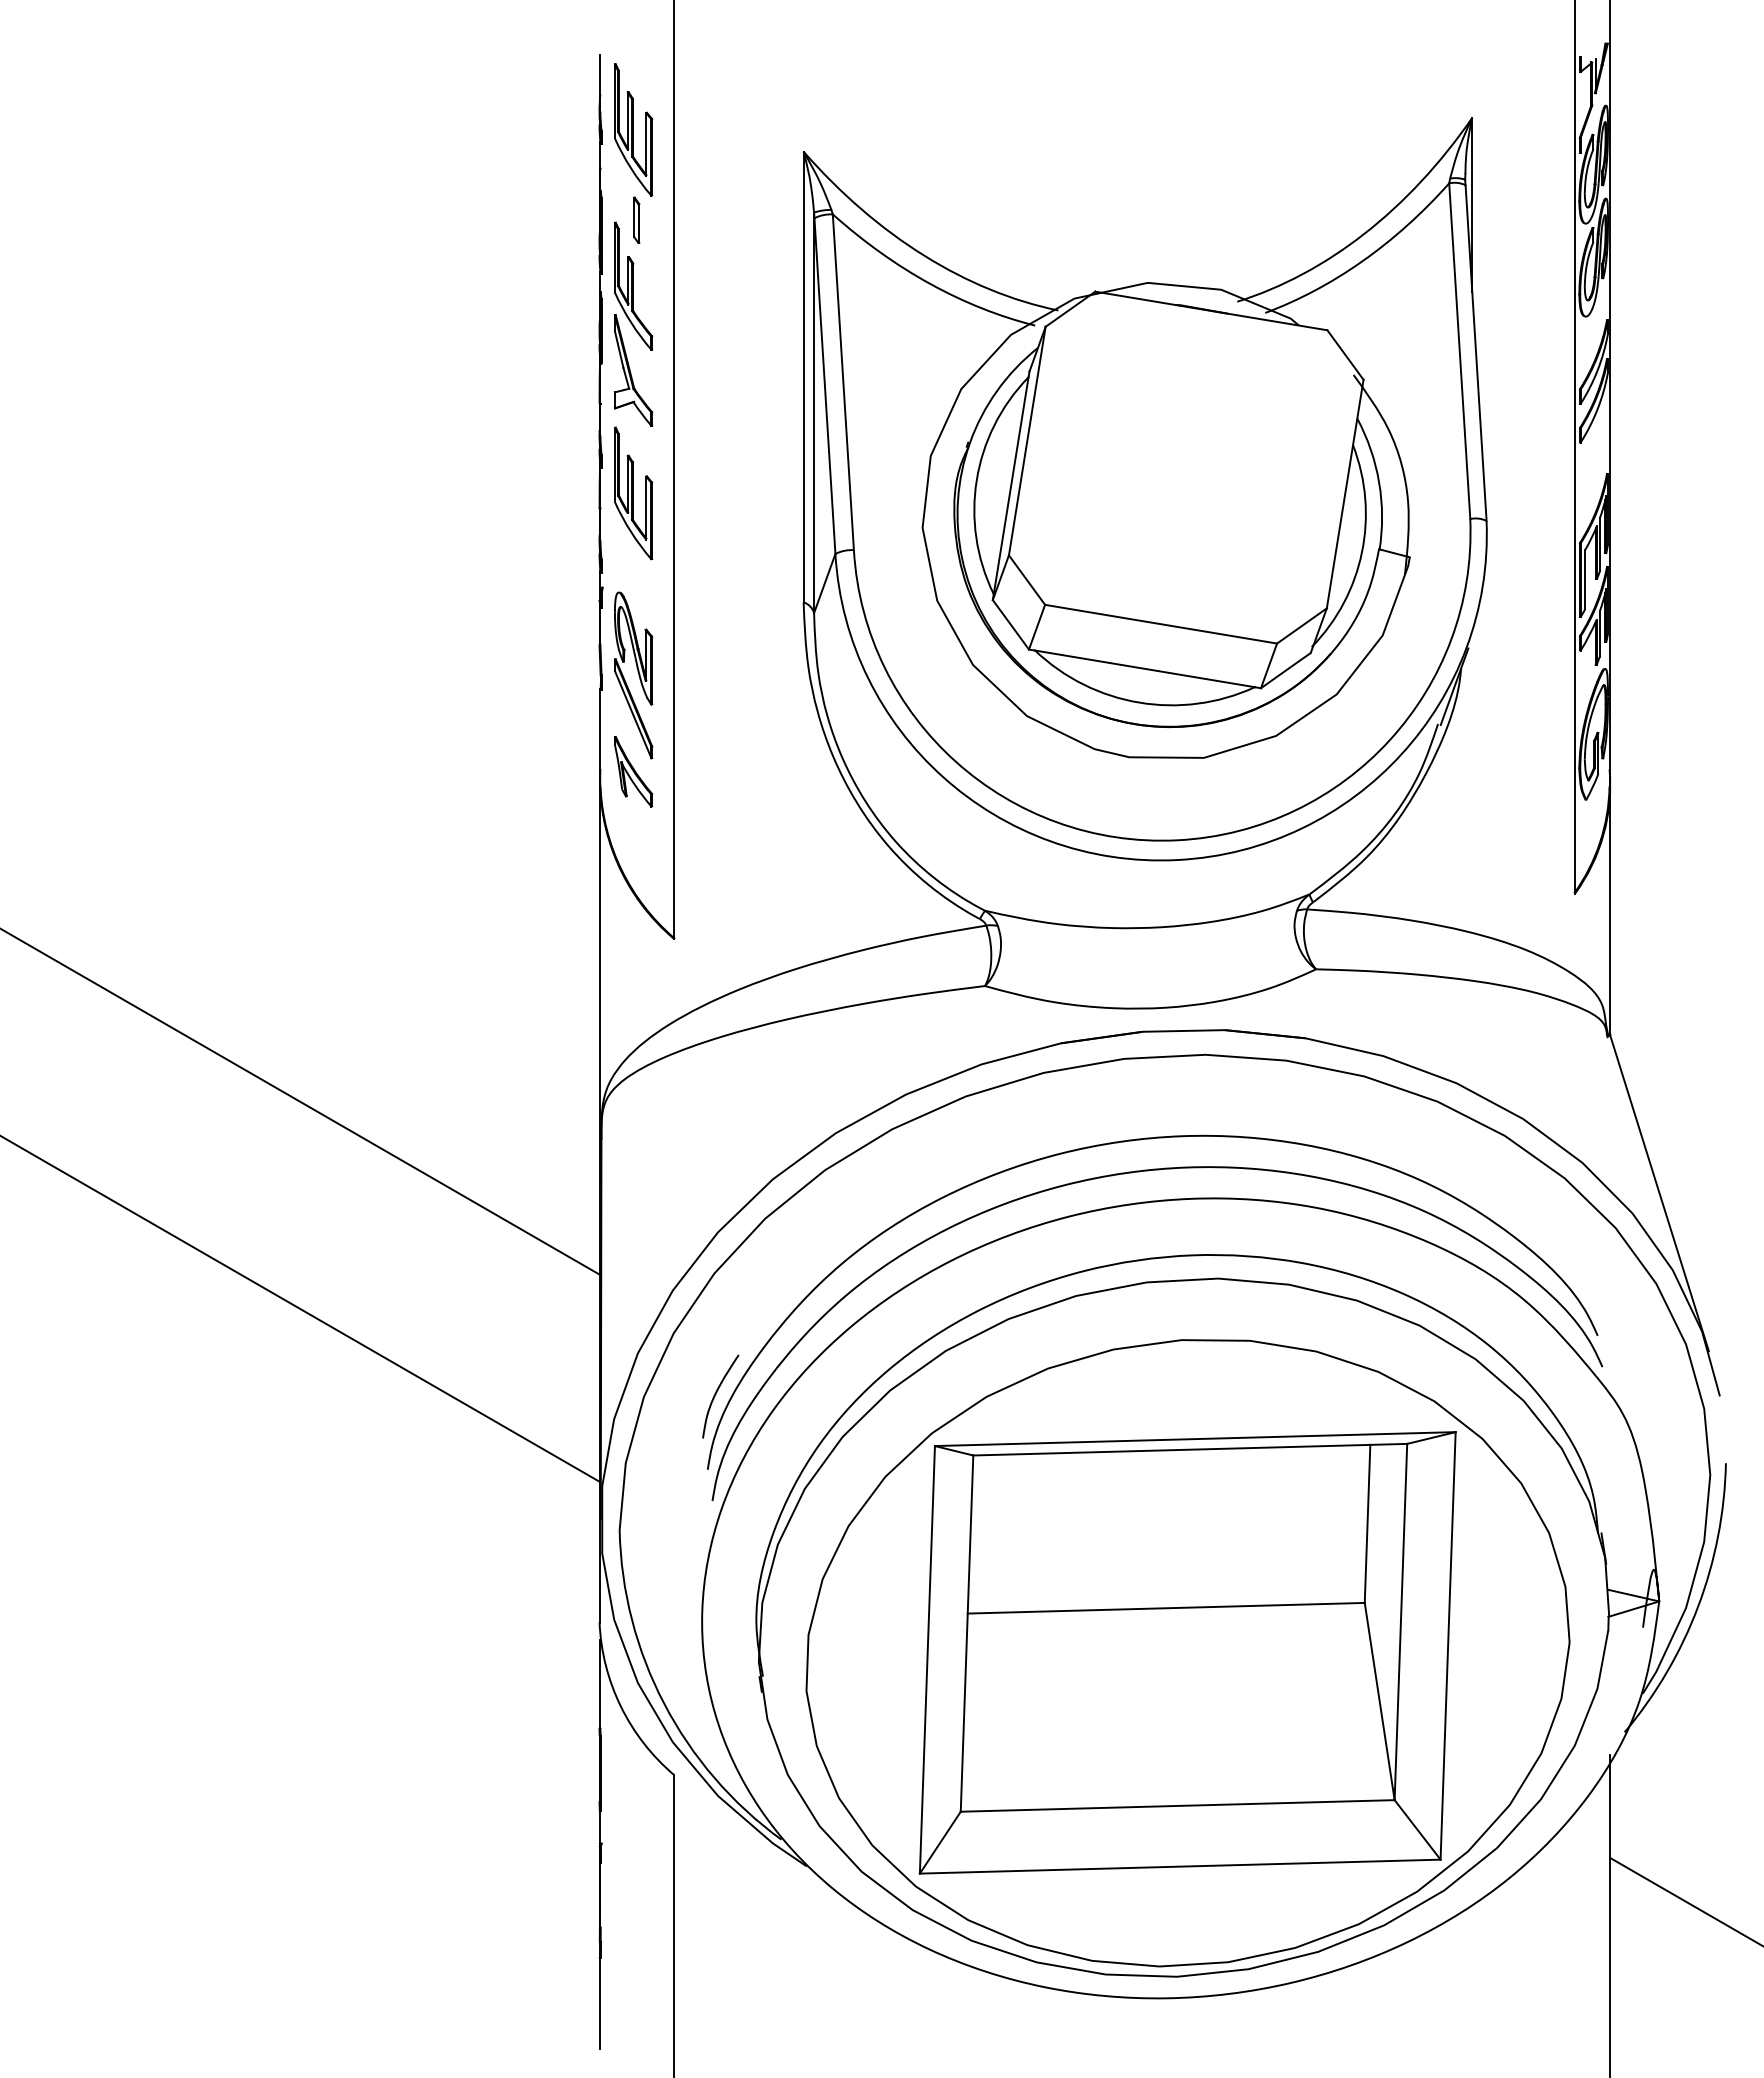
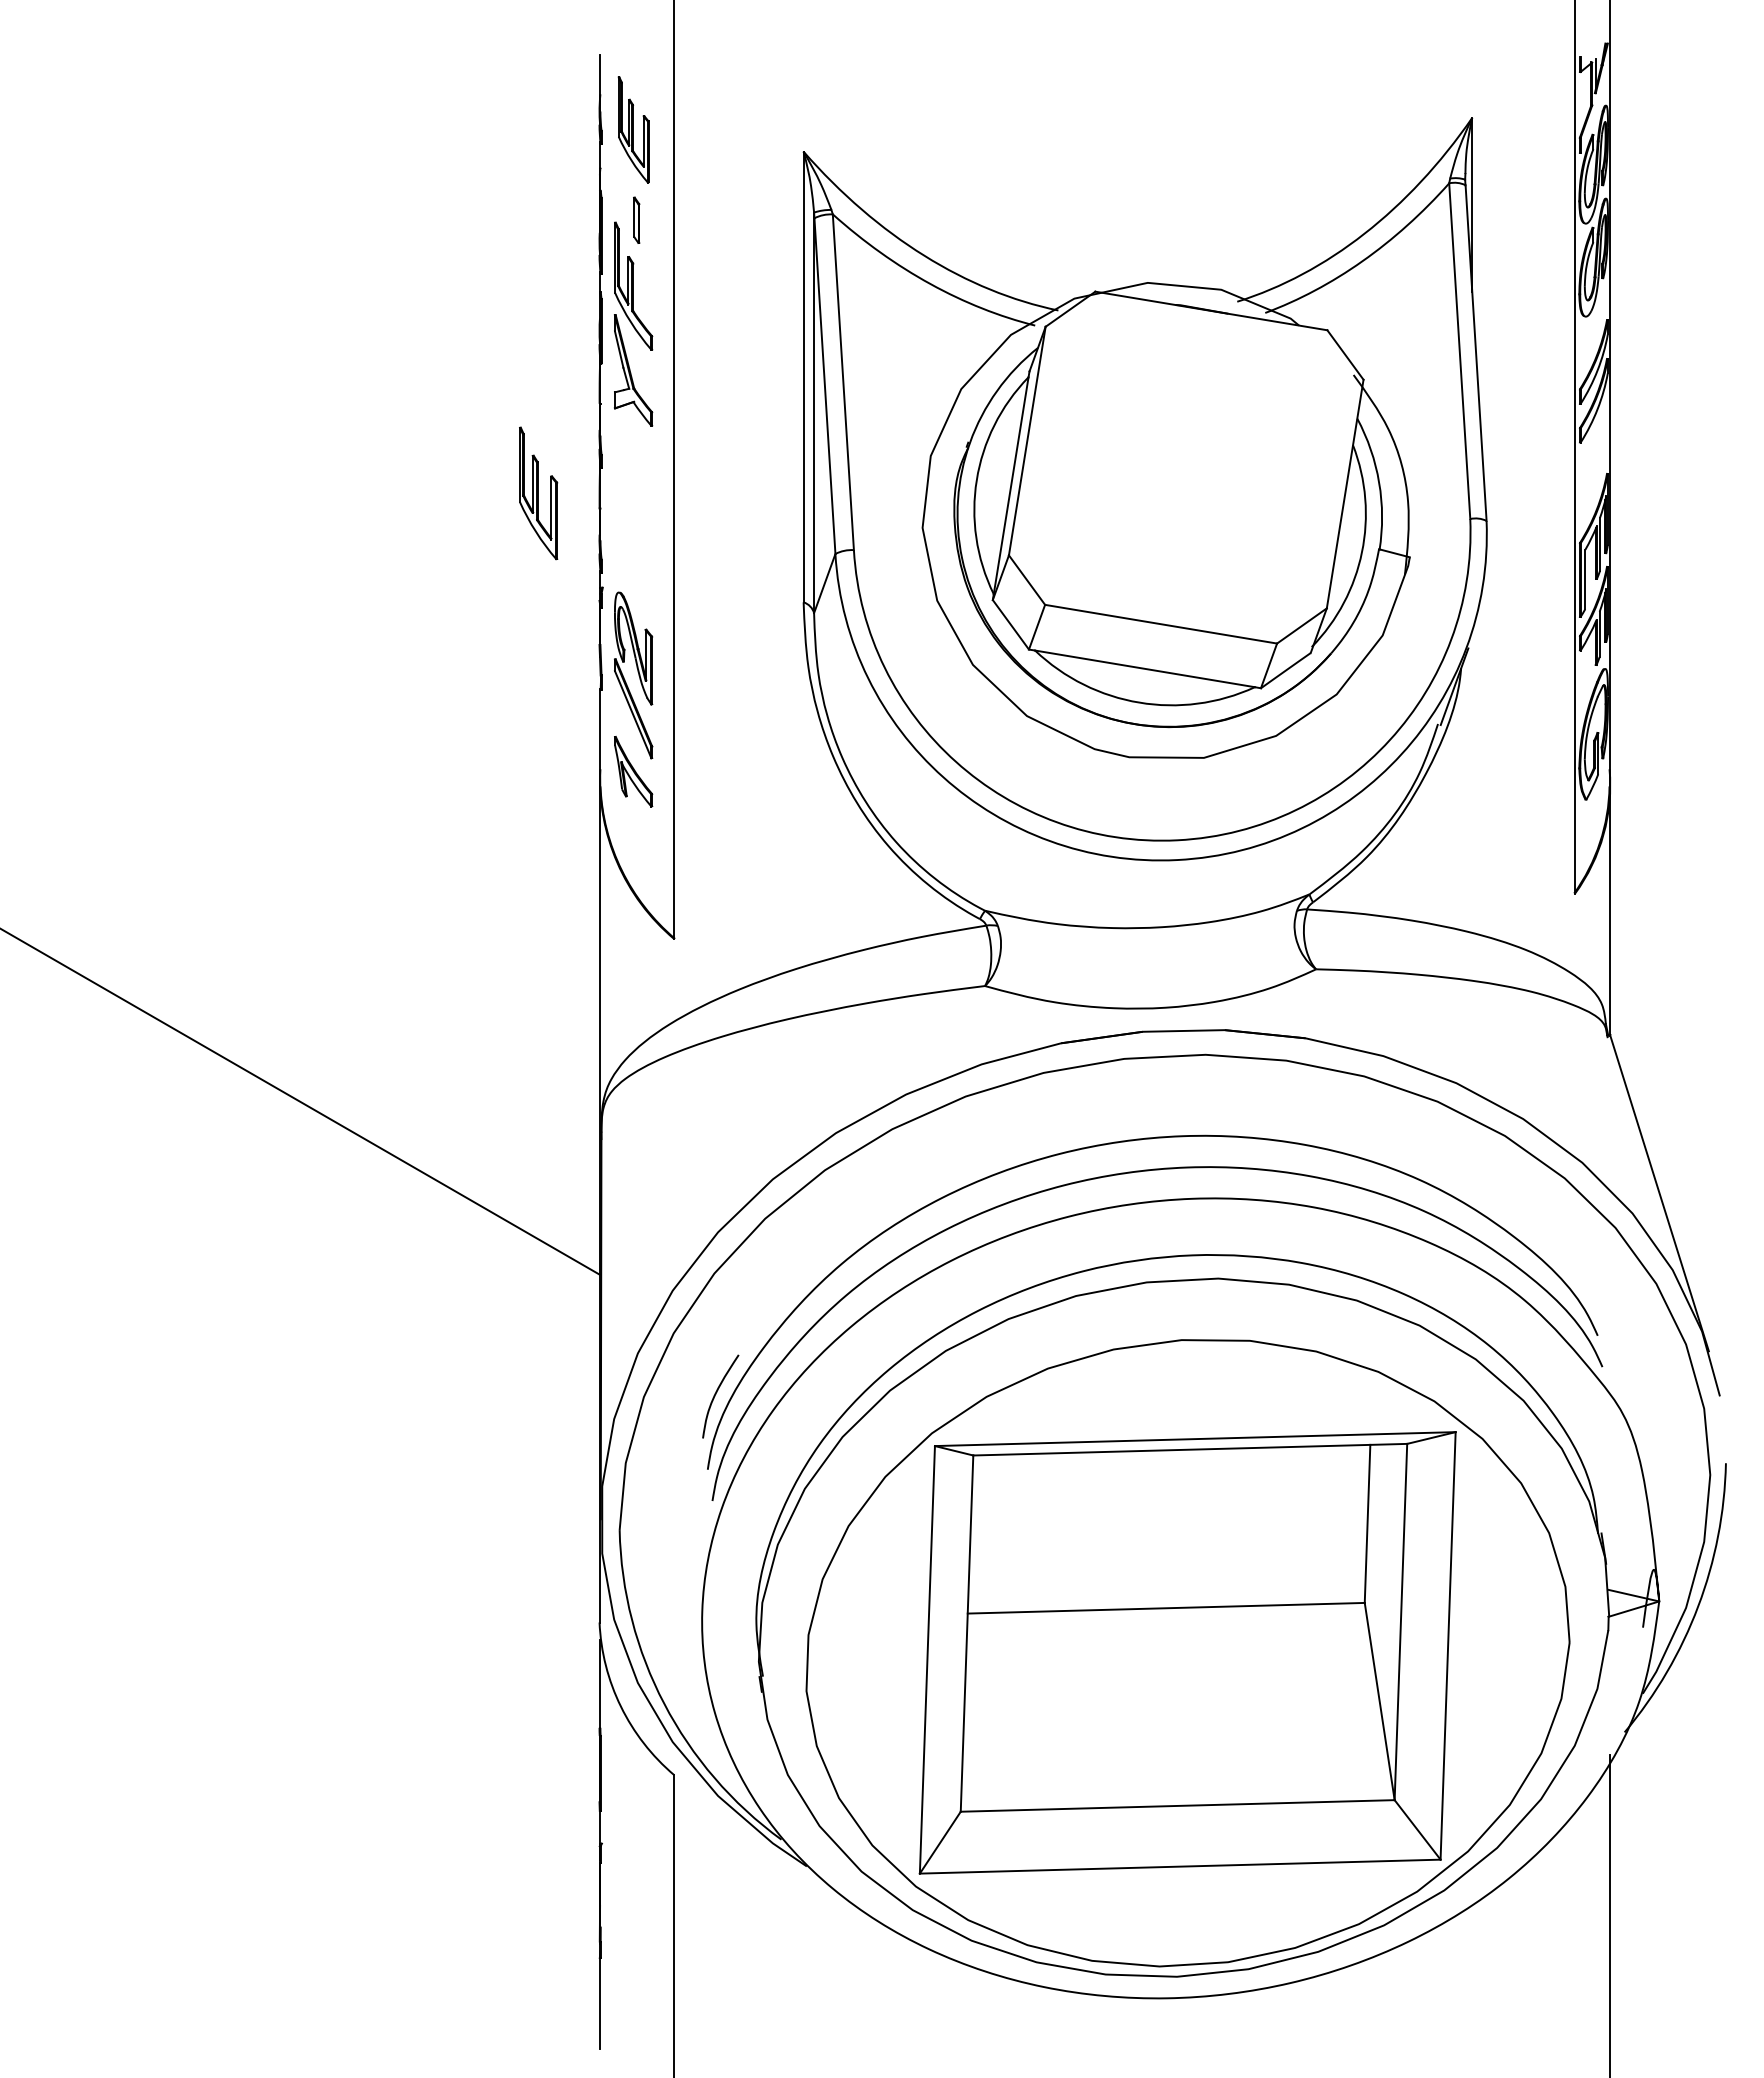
part at (633, 129) size: 40x134 px -> 33x108 px
part at (633, 493) position: (633, 493) -> (538, 493)
line at (300, 1309): present -> none
line at (1685, 1901): present -> none
